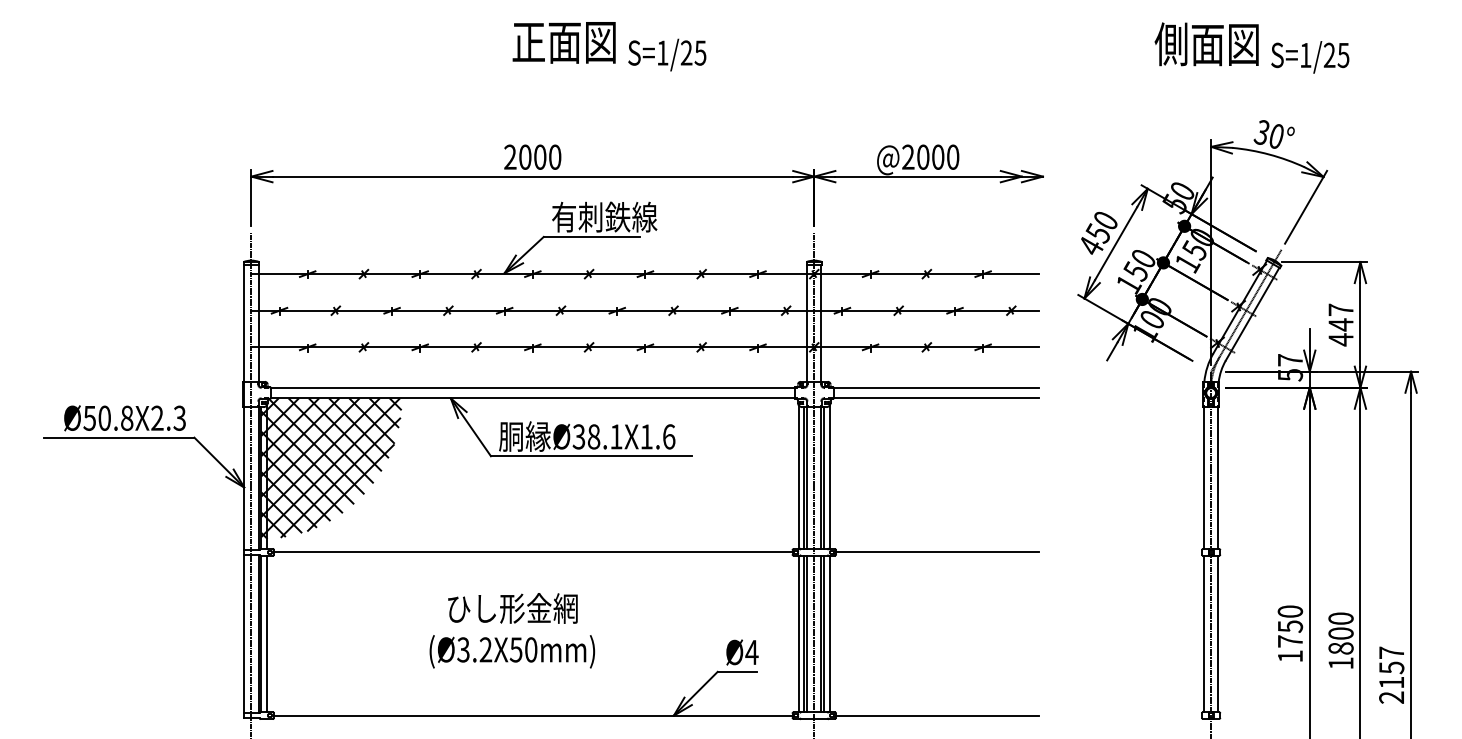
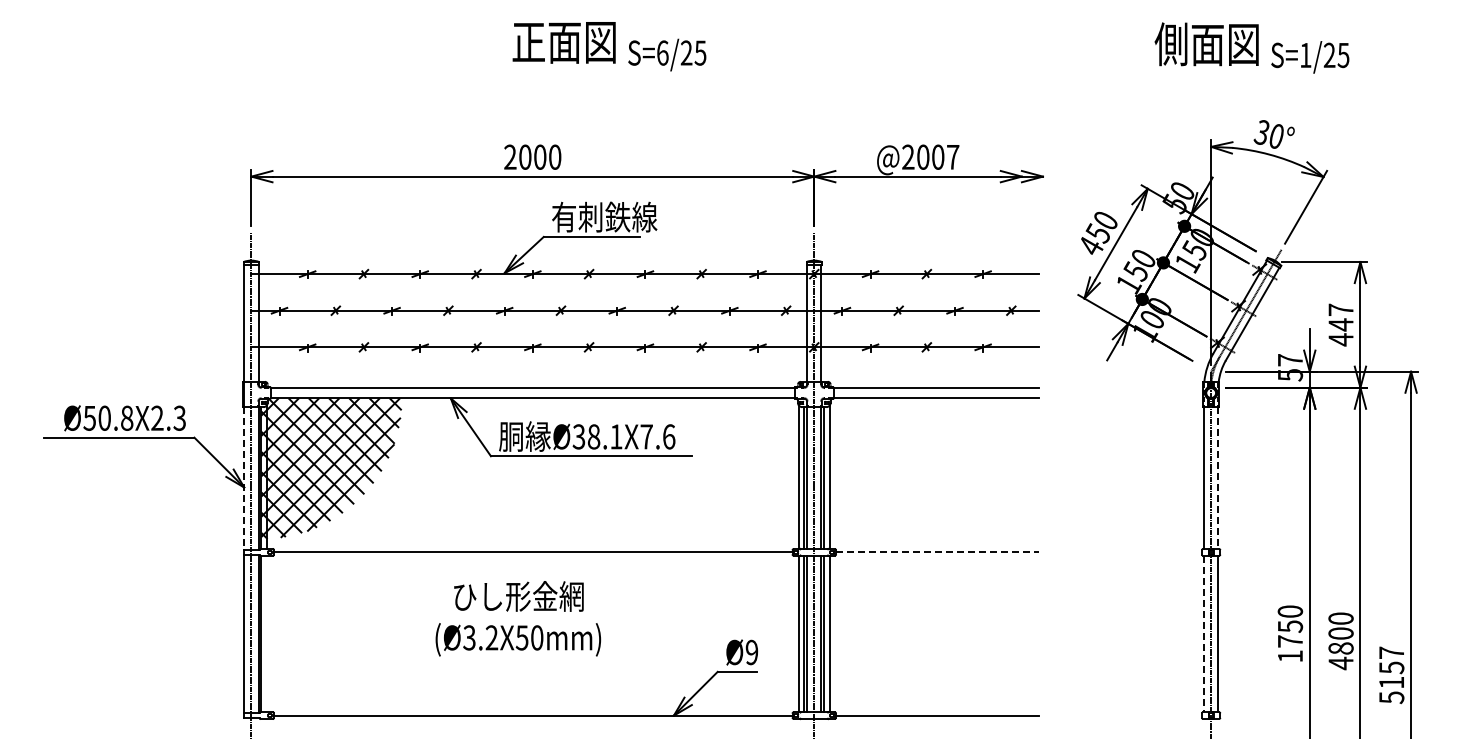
text at (662, 52): S=1/25 -> S=6/25
text at (953, 156): @2000 -> @2007
text at (646, 436): Ø38.1X1.6 -> Ø38.1X7.6
line at (244, 478): solid -> dashed
line at (1218, 478): solid -> dashed
line at (937, 552): solid -> dashed
text at (512, 630) position: (512, 630) -> (518, 618)
line at (266, 633): present -> none
line at (1204, 634): solid -> dashed
text at (751, 652): Ø4 -> Ø9
text at (1340, 663): 1800 -> 4800
text at (1391, 697): 2157 -> 5157
